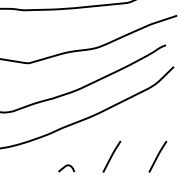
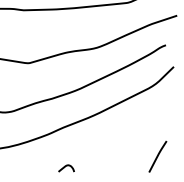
line at (111, 156): present -> none
